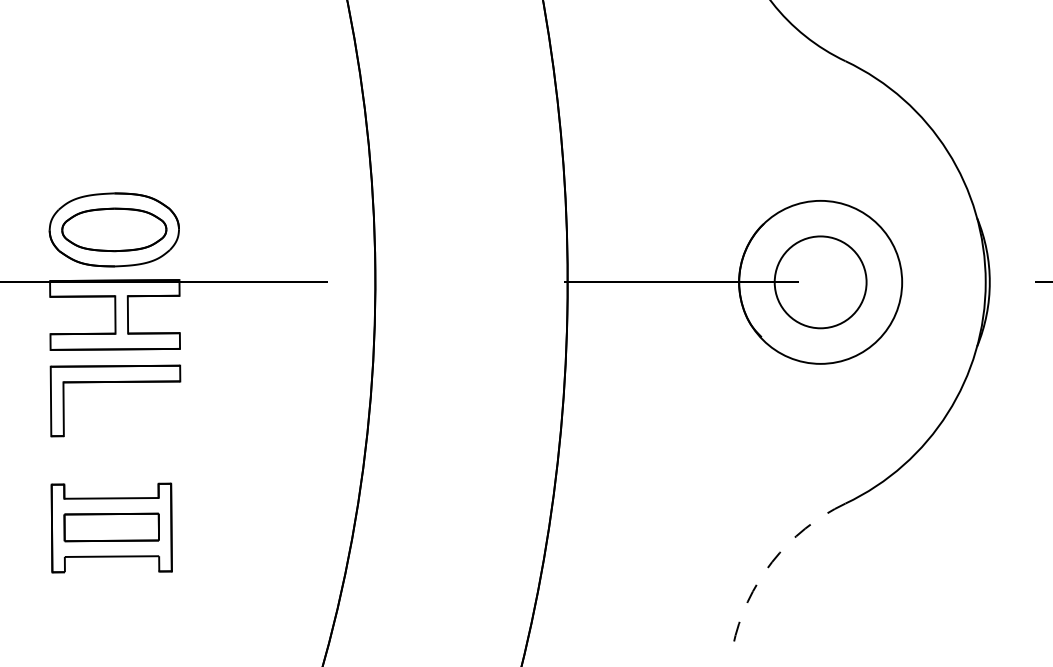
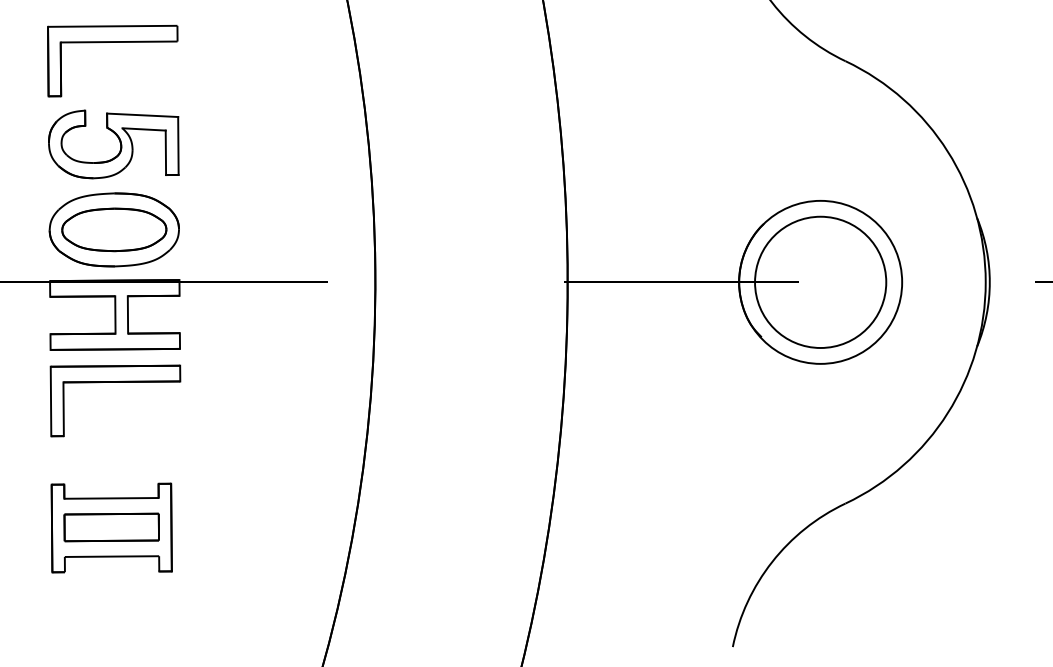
part at (112, 42): none -> present
part at (119, 142): none -> present
circle at (820, 282) diameter: 92 px -> 131 px
arc at (772, 562): dashed -> solid
